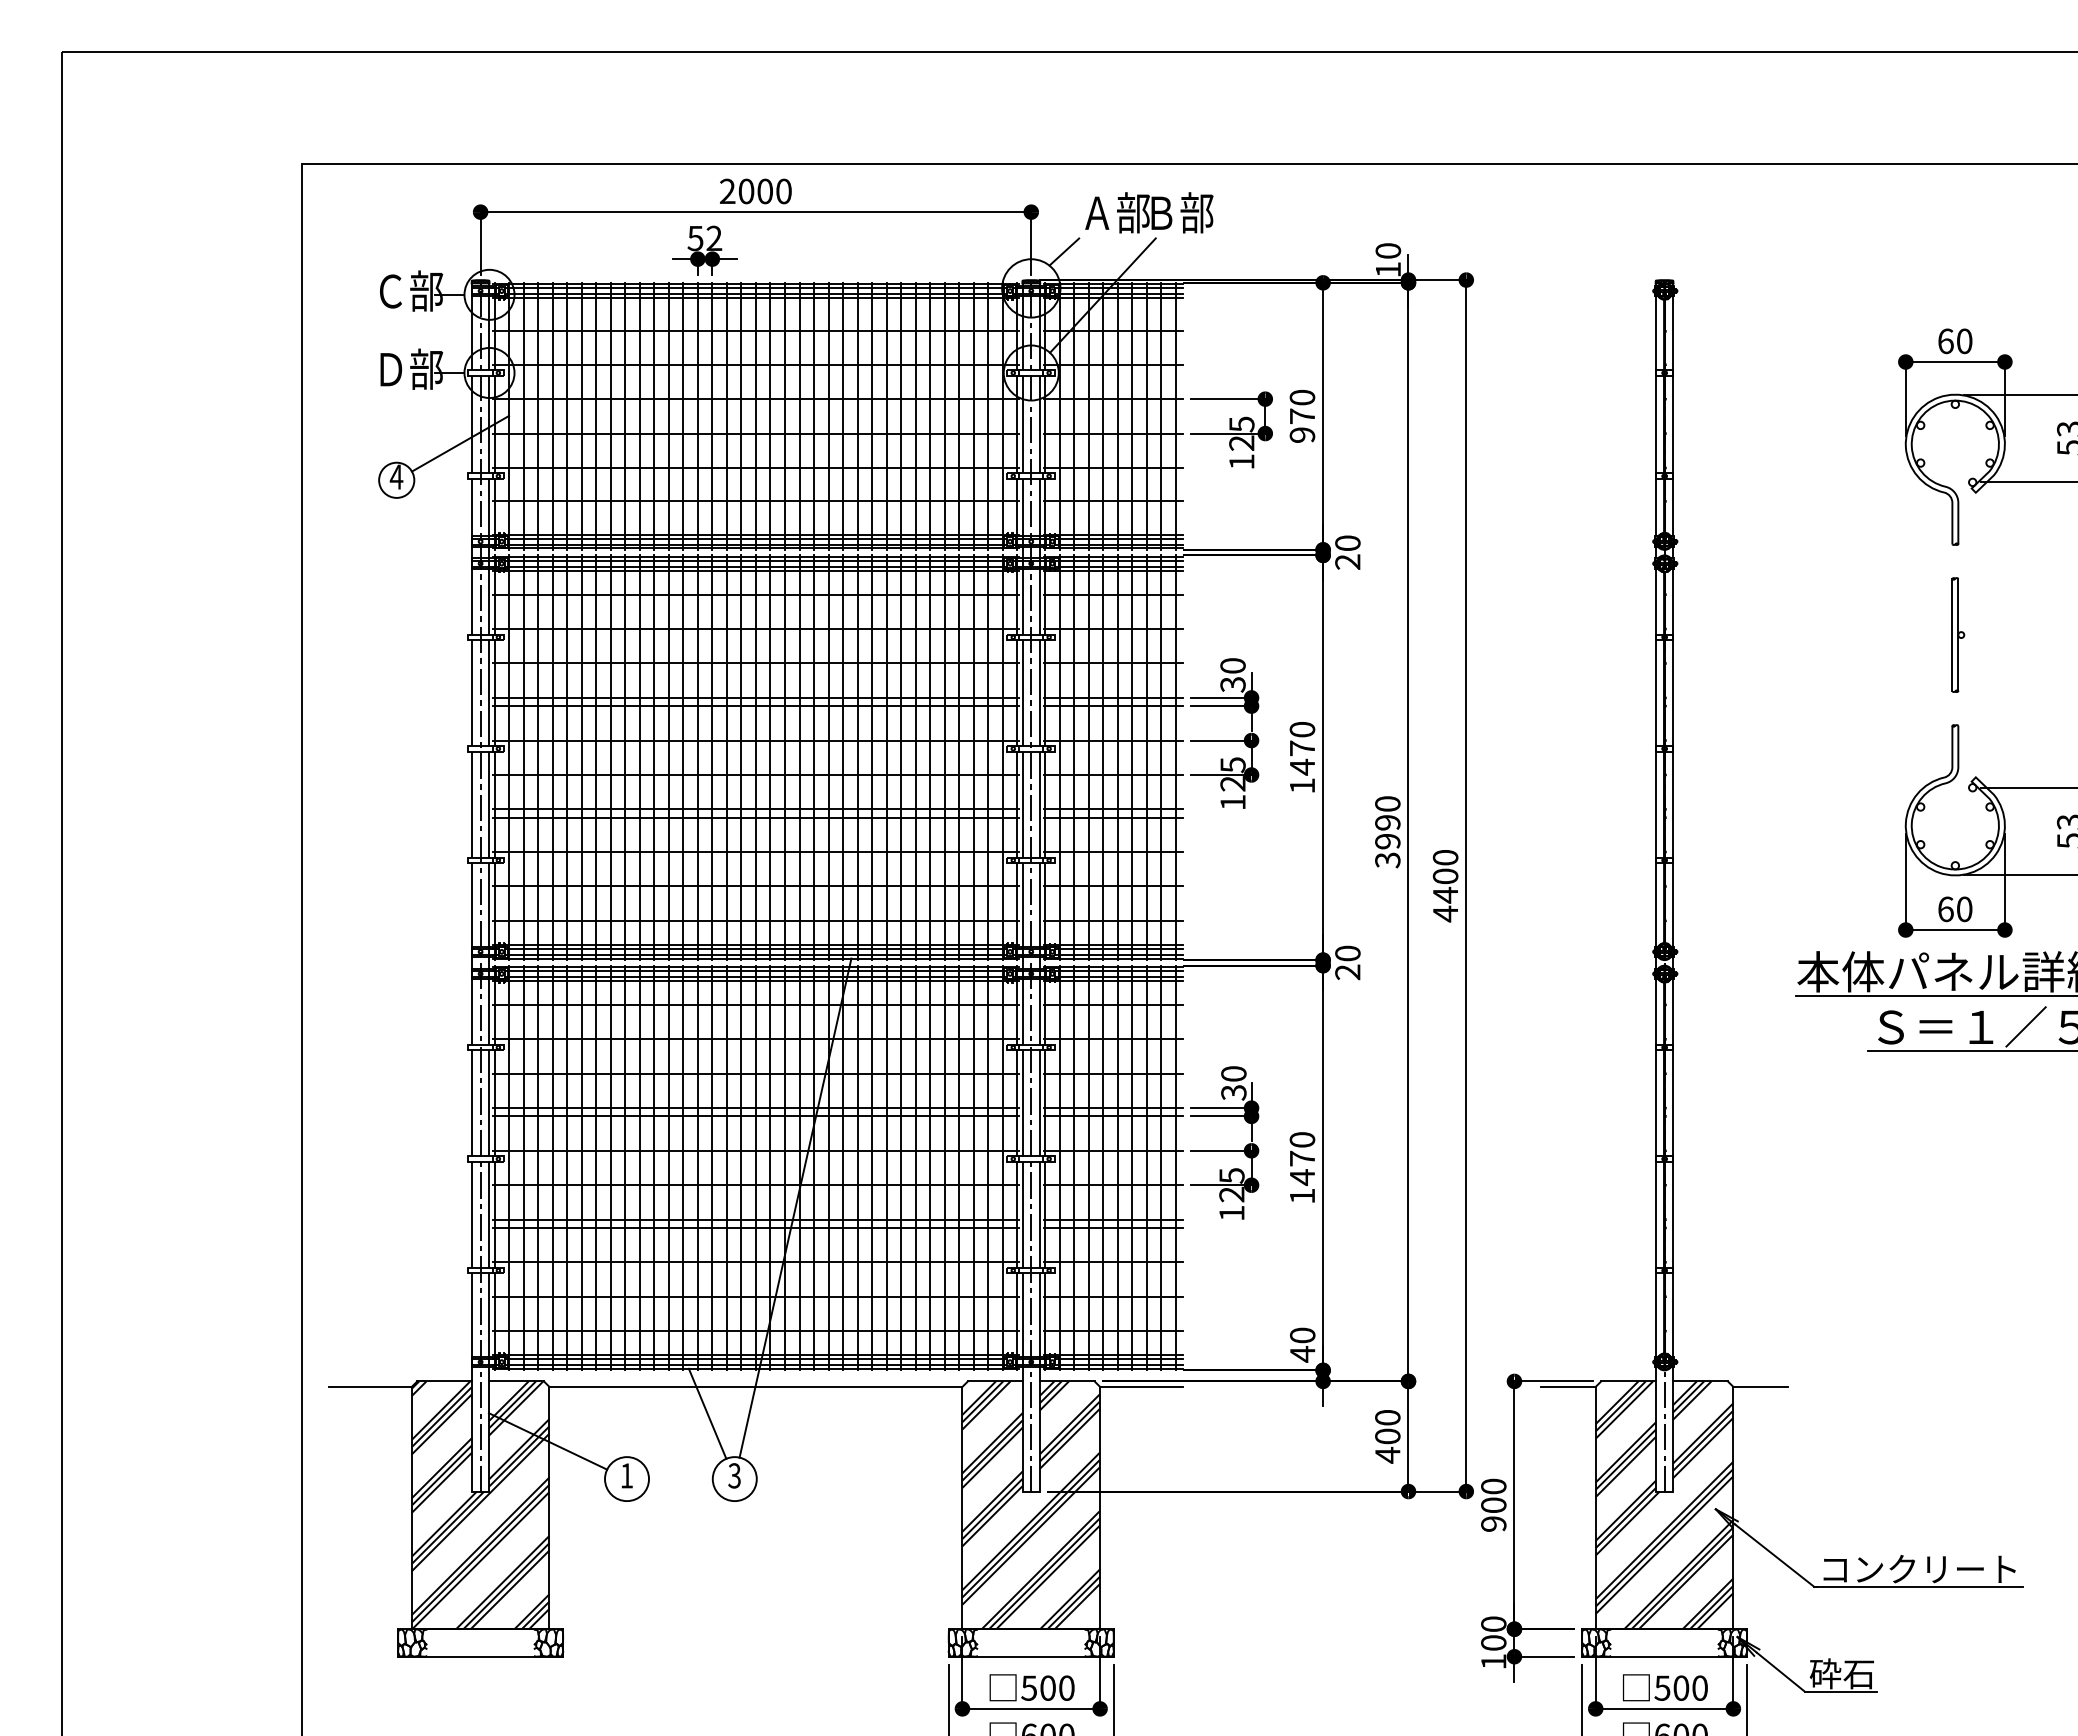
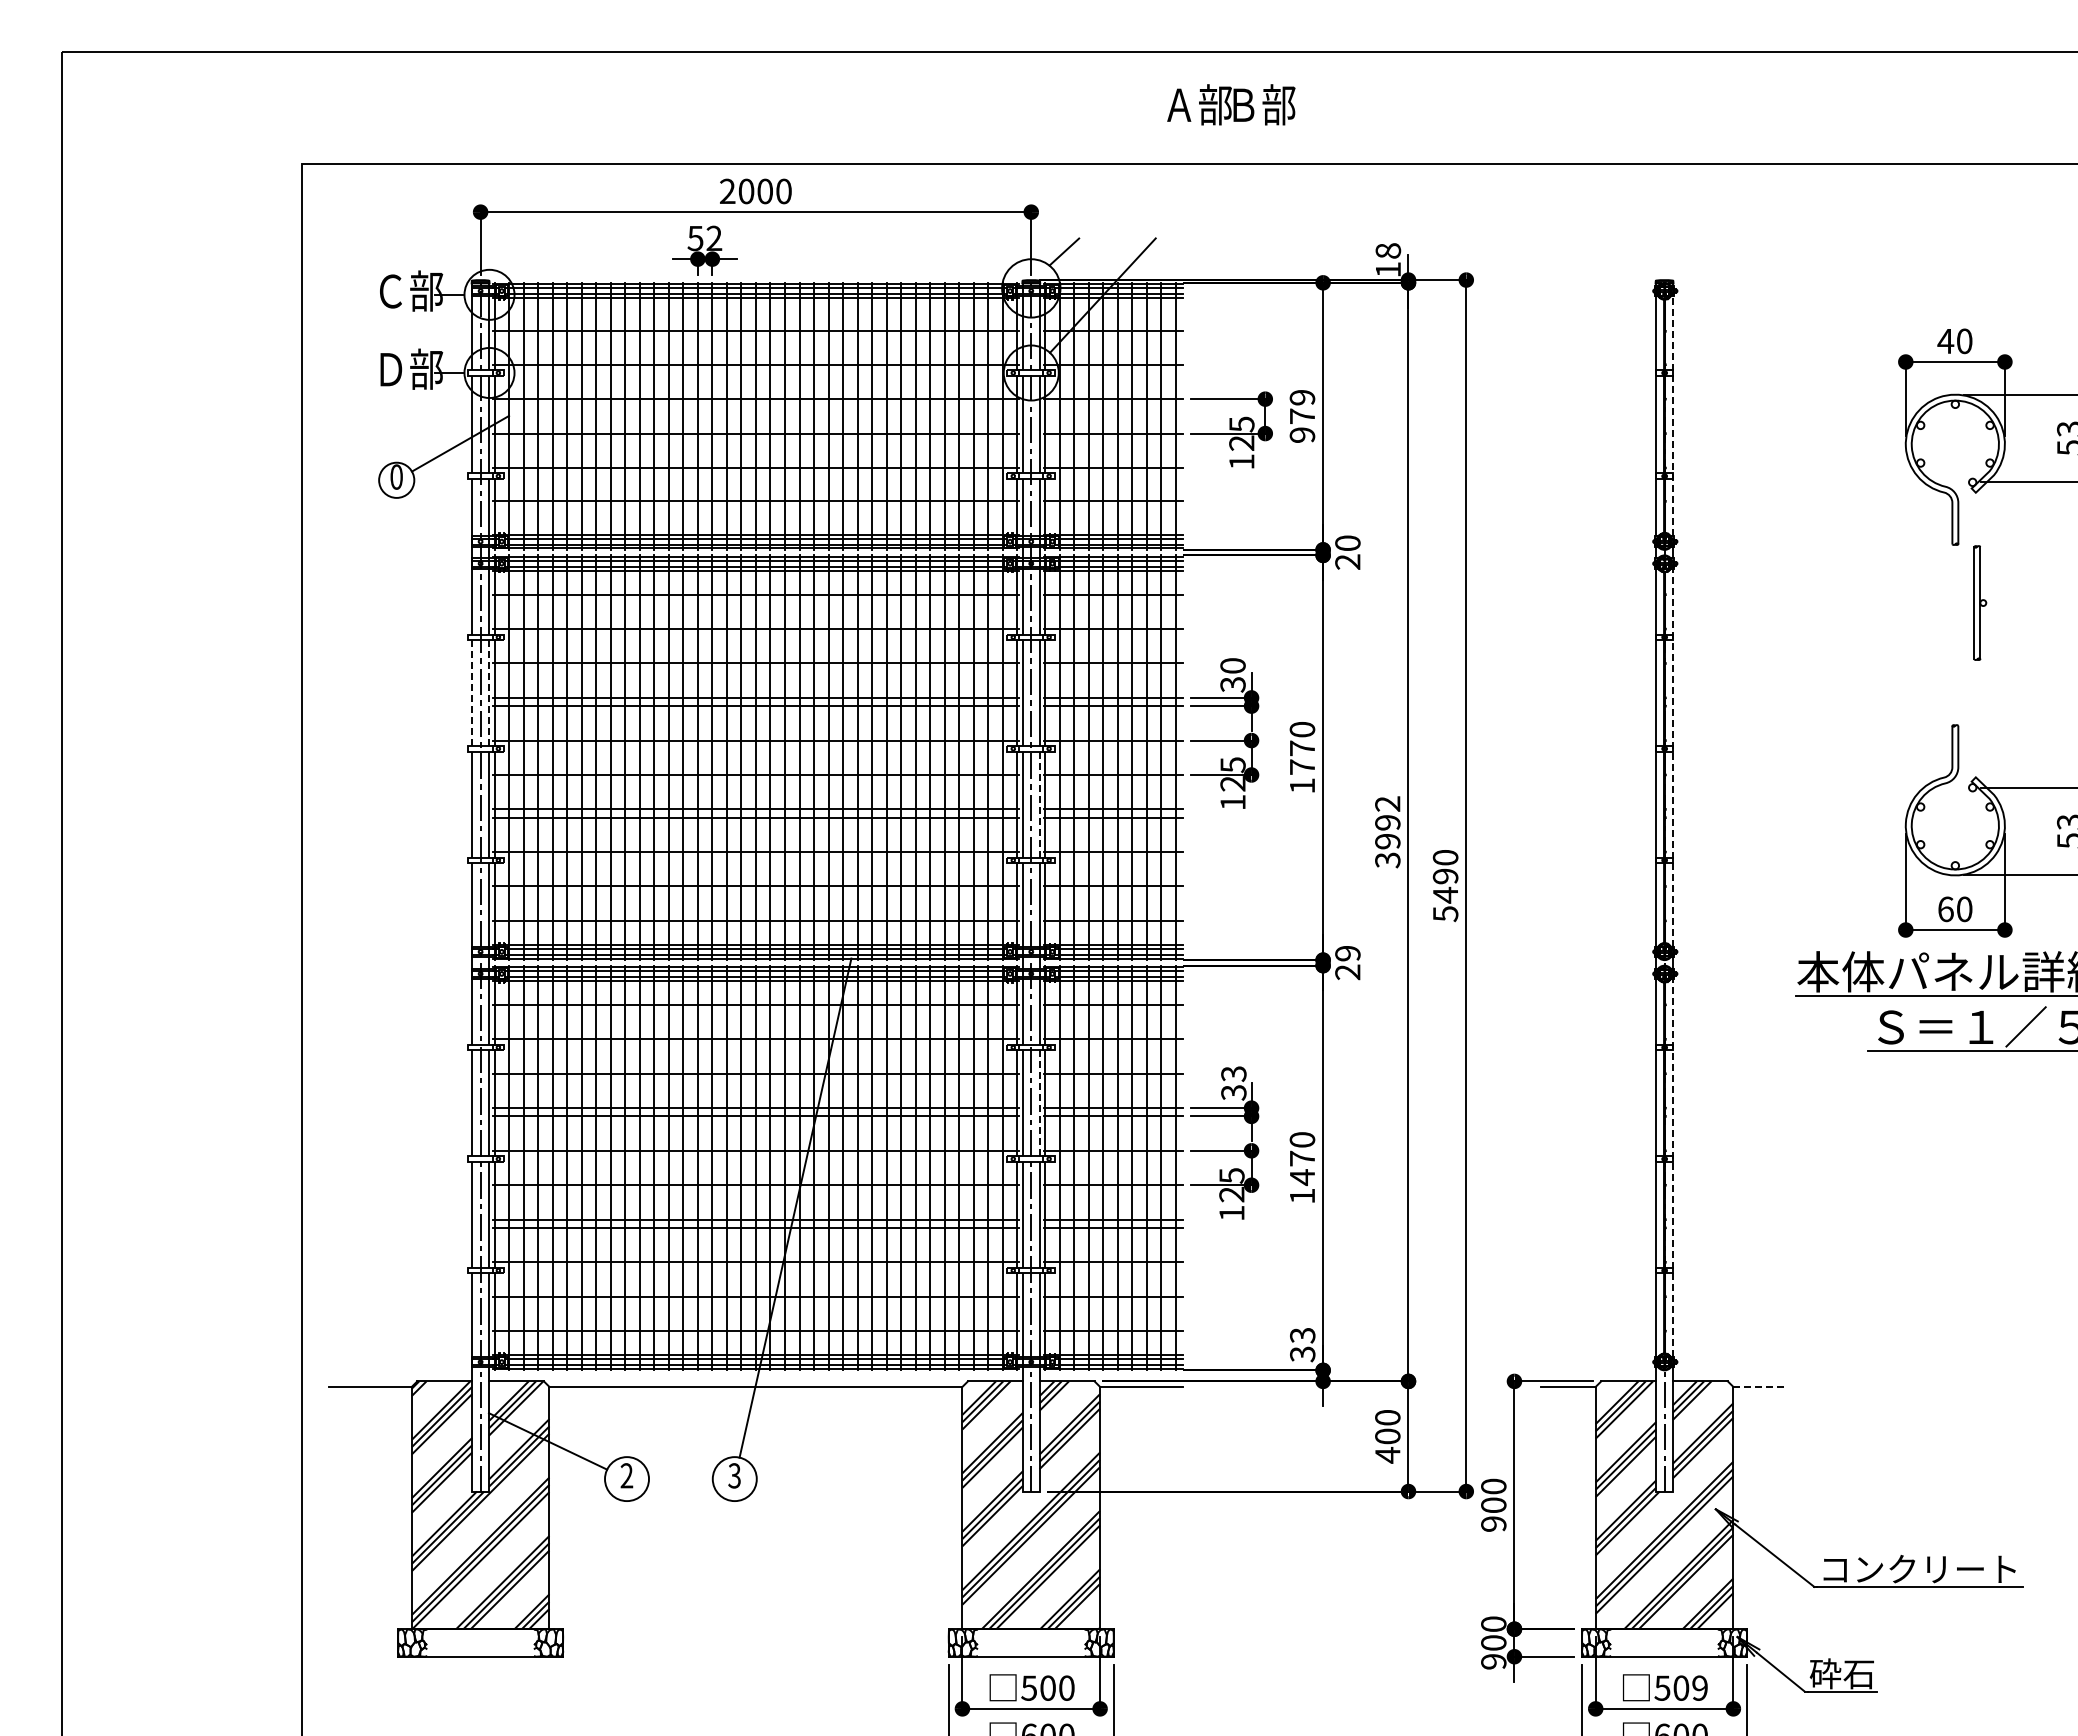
text at (1149, 212) position: (1149, 212) -> (1231, 104)
text at (1388, 250): 10 -> 18
text at (1945, 341): 60 -> 40
text at (1302, 397): 970 -> 979
line at (1672, 416): solid -> dashed
text at (396, 476): 4 -> 0
part at (1958, 634) position: (1958, 634) -> (1980, 602)
line at (488, 692): solid -> dashed
line at (472, 693): solid -> dashed
line at (1672, 757): solid -> dashed
text at (1302, 766): 1470 -> 1770
text at (1387, 803): 3990 -> 3992
line at (1039, 804): solid -> dashed
text at (1445, 895): 4400 -> 5490
text at (1347, 953): 20 -> 29
text at (1233, 1074): 30 -> 33
line at (1039, 1102): solid -> dashed
line at (1672, 1168): solid -> dashed
text at (1302, 1344): 40 -> 33
line at (1760, 1386): solid -> dashed
line at (707, 1413): present -> none
text at (626, 1475): 1 -> 2
text at (1493, 1661): 100 -> 900
text at (1699, 1687): 500 -> 509
